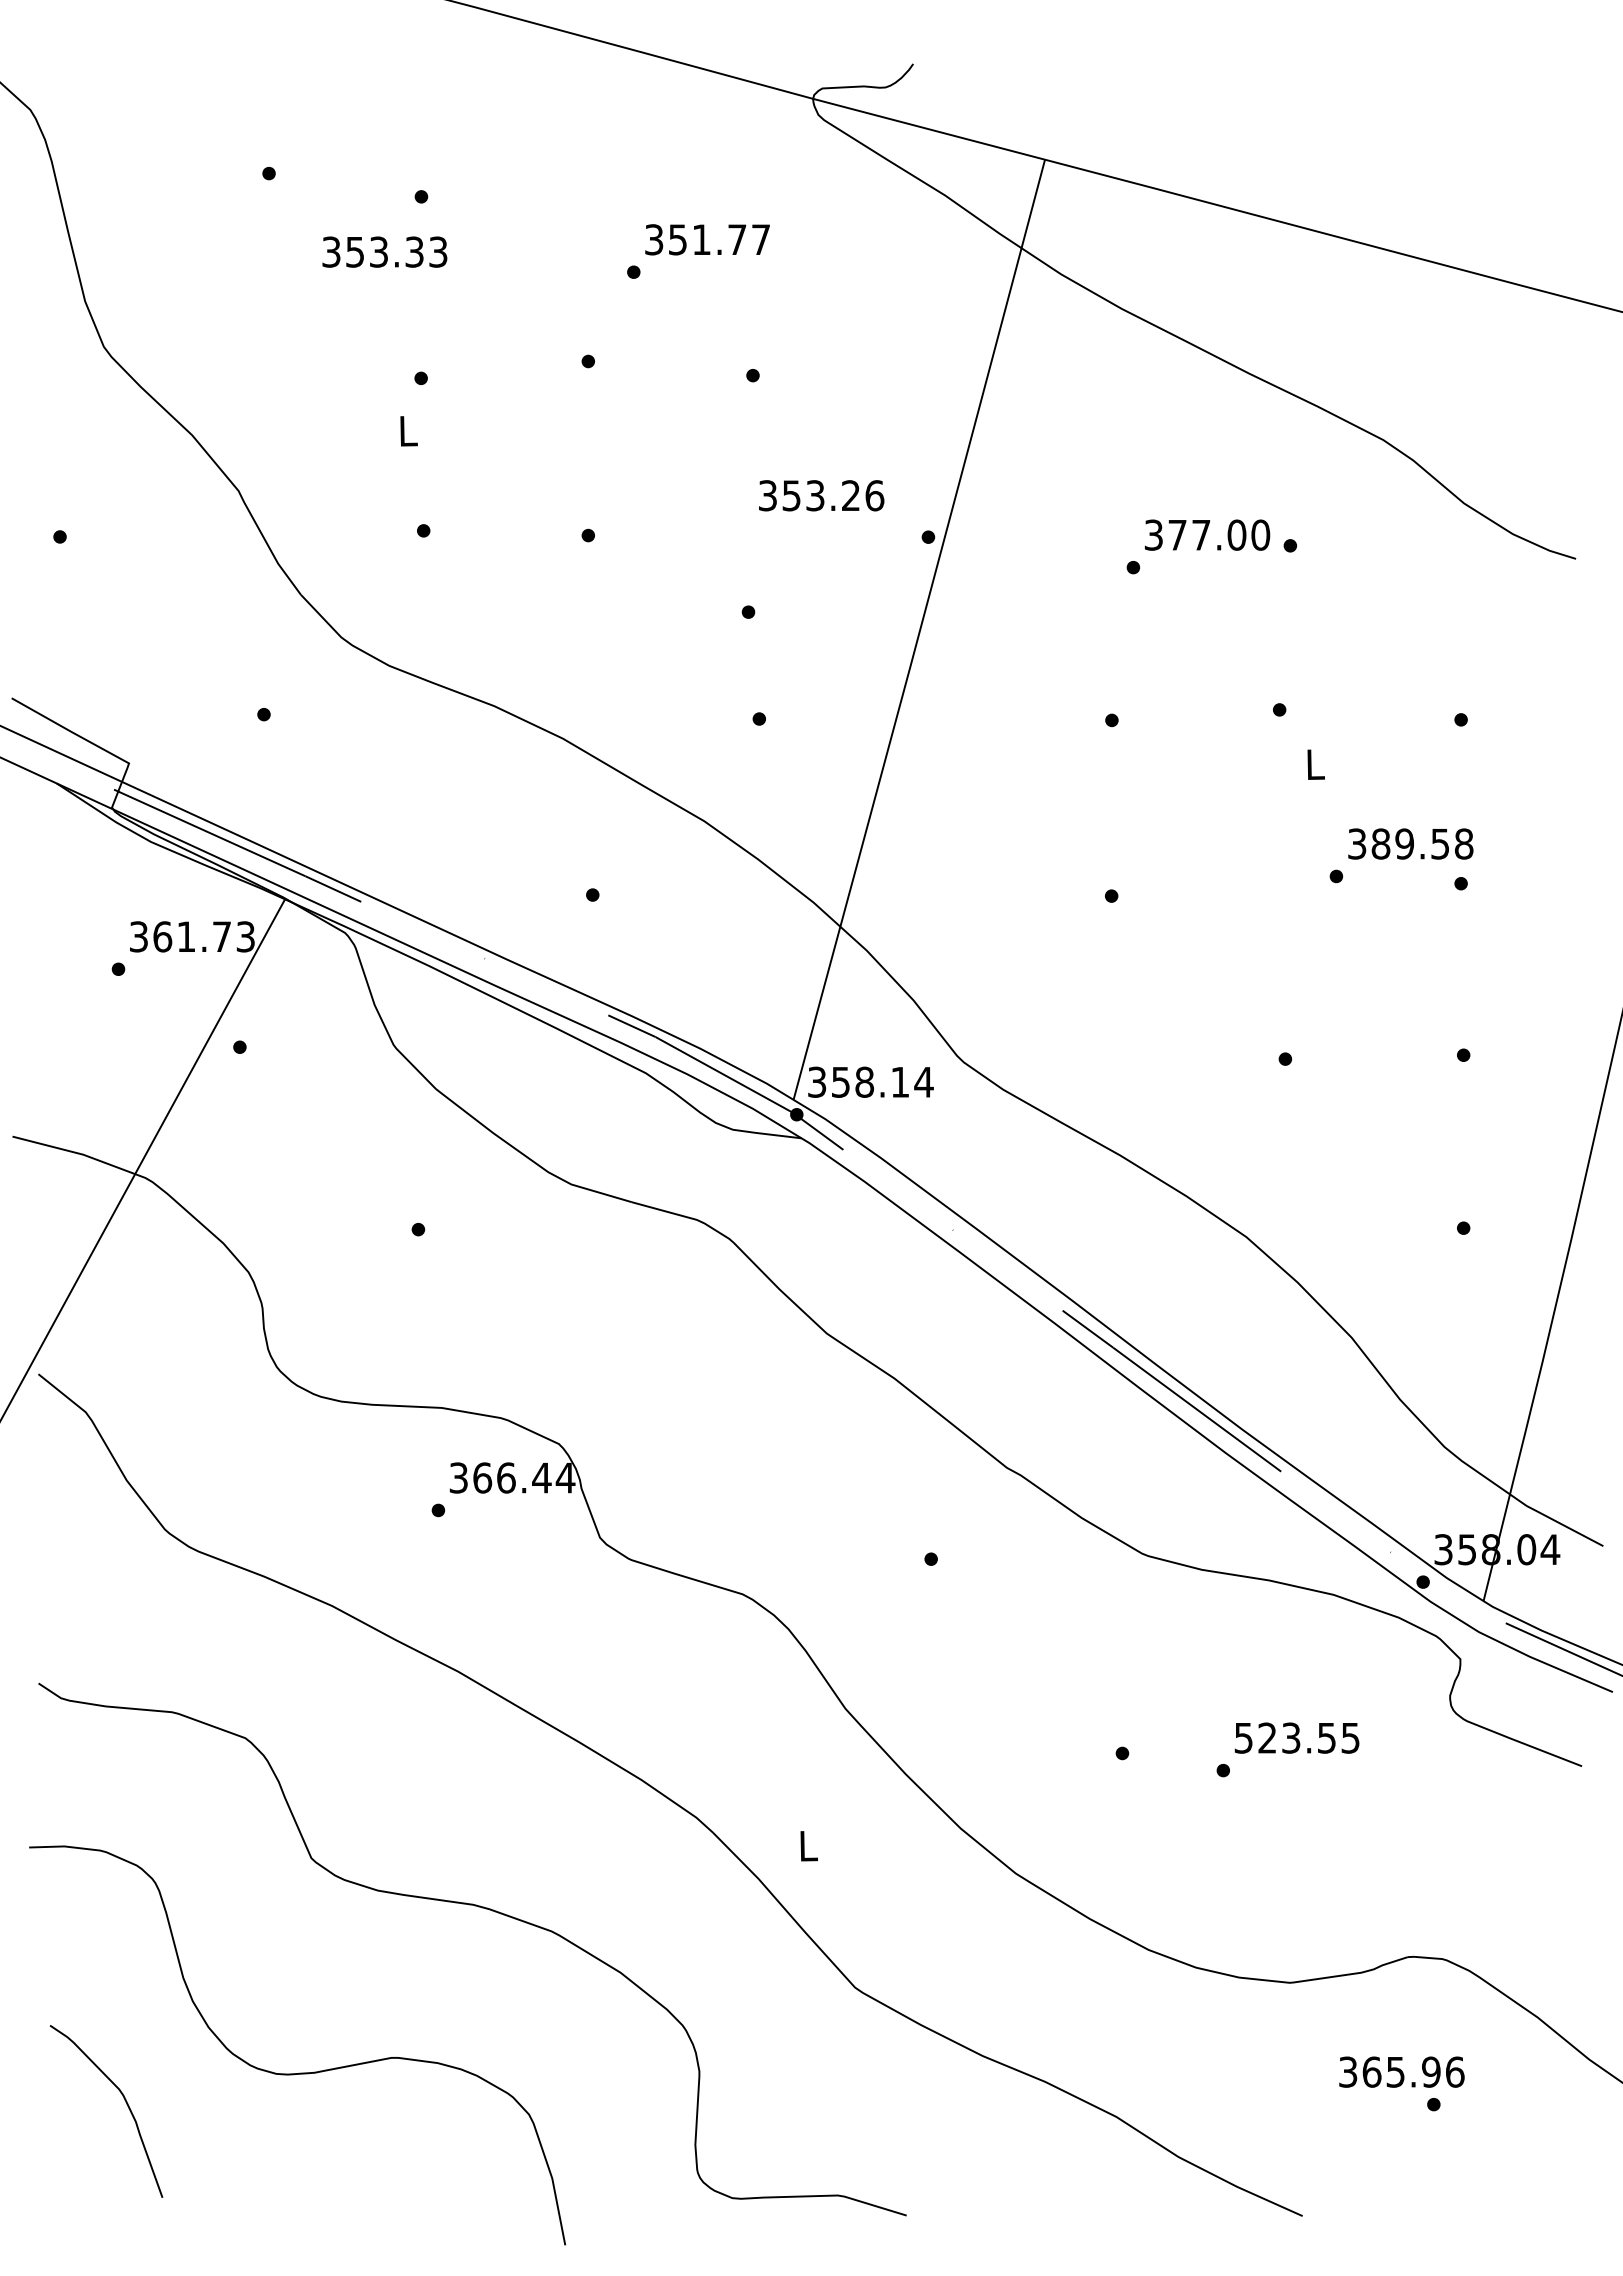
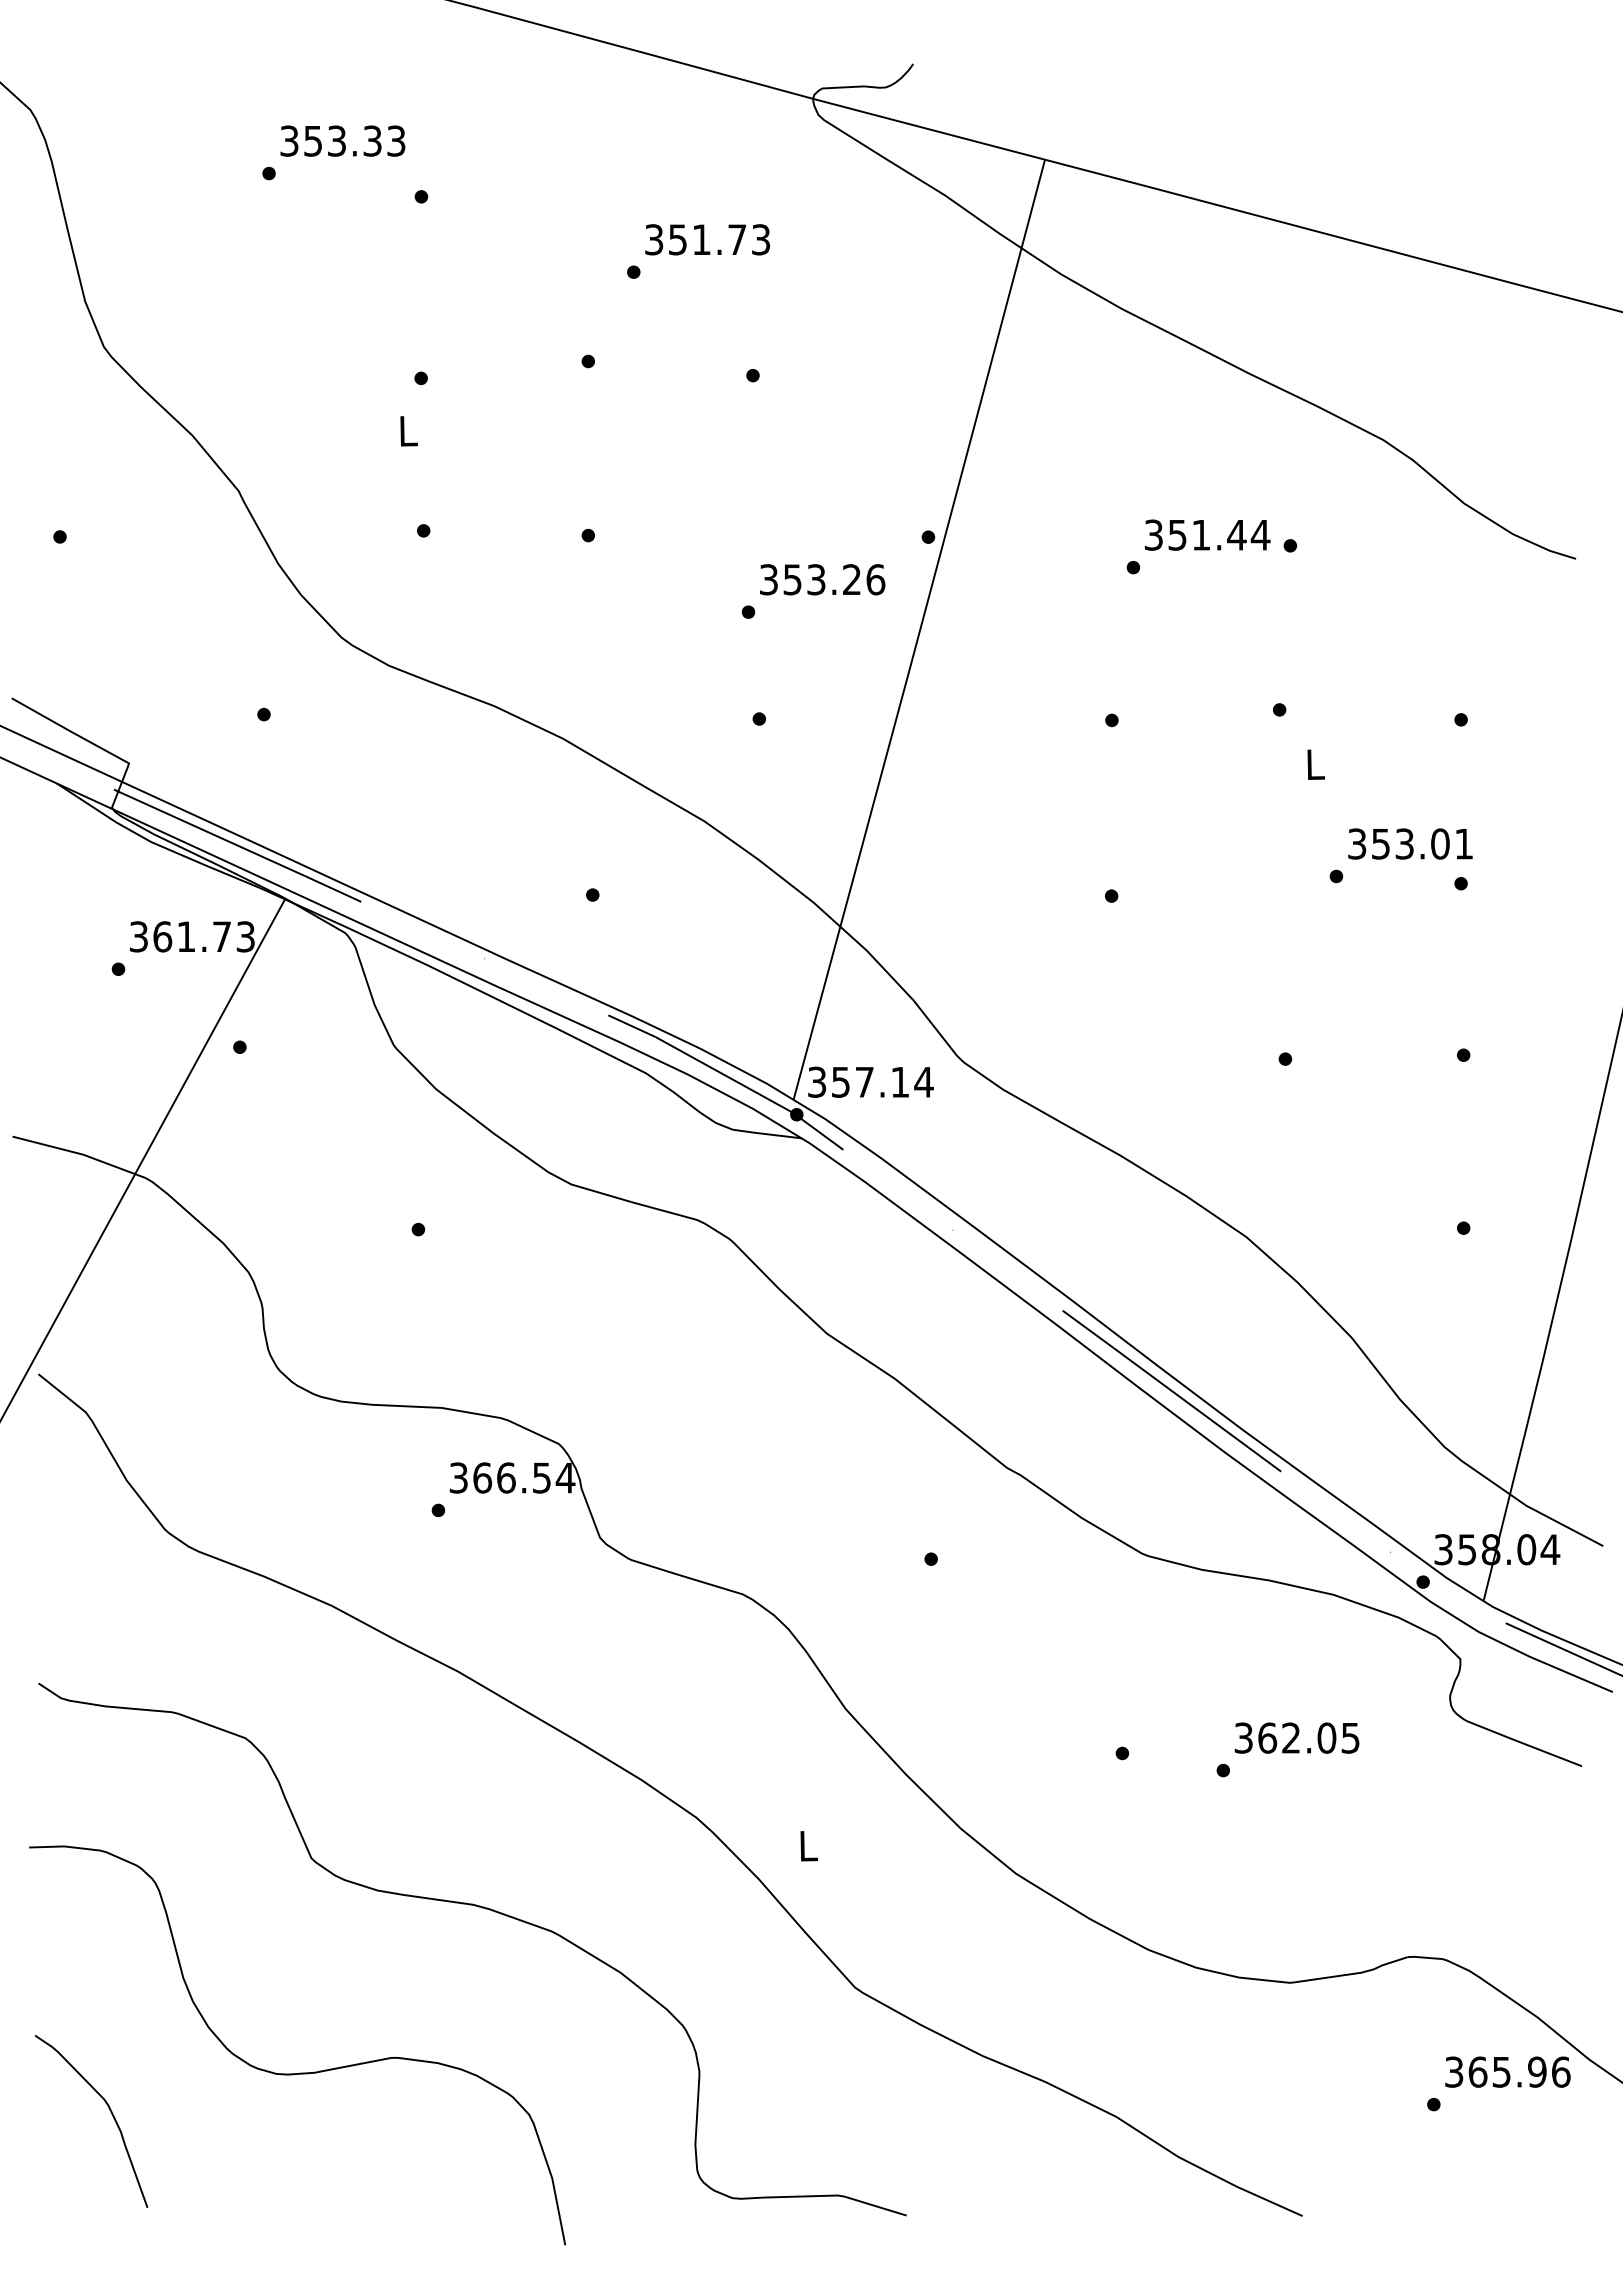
text at (760, 239): 351.77 -> 351.73
text at (384, 251) position: (384, 251) -> (342, 140)
text at (821, 495) position: (821, 495) -> (822, 579)
text at (1219, 534): 377.00 -> 351.44
text at (1422, 843): 389.58 -> 353.01
text at (864, 1081): 358.14 -> 357.14
text at (541, 1477): 366.44 -> 366.54
text at (1285, 1737): 523.55 -> 362.05
text at (1401, 2071) position: (1401, 2071) -> (1507, 2071)
curve at (125, 2102) position: (125, 2102) -> (110, 2112)
